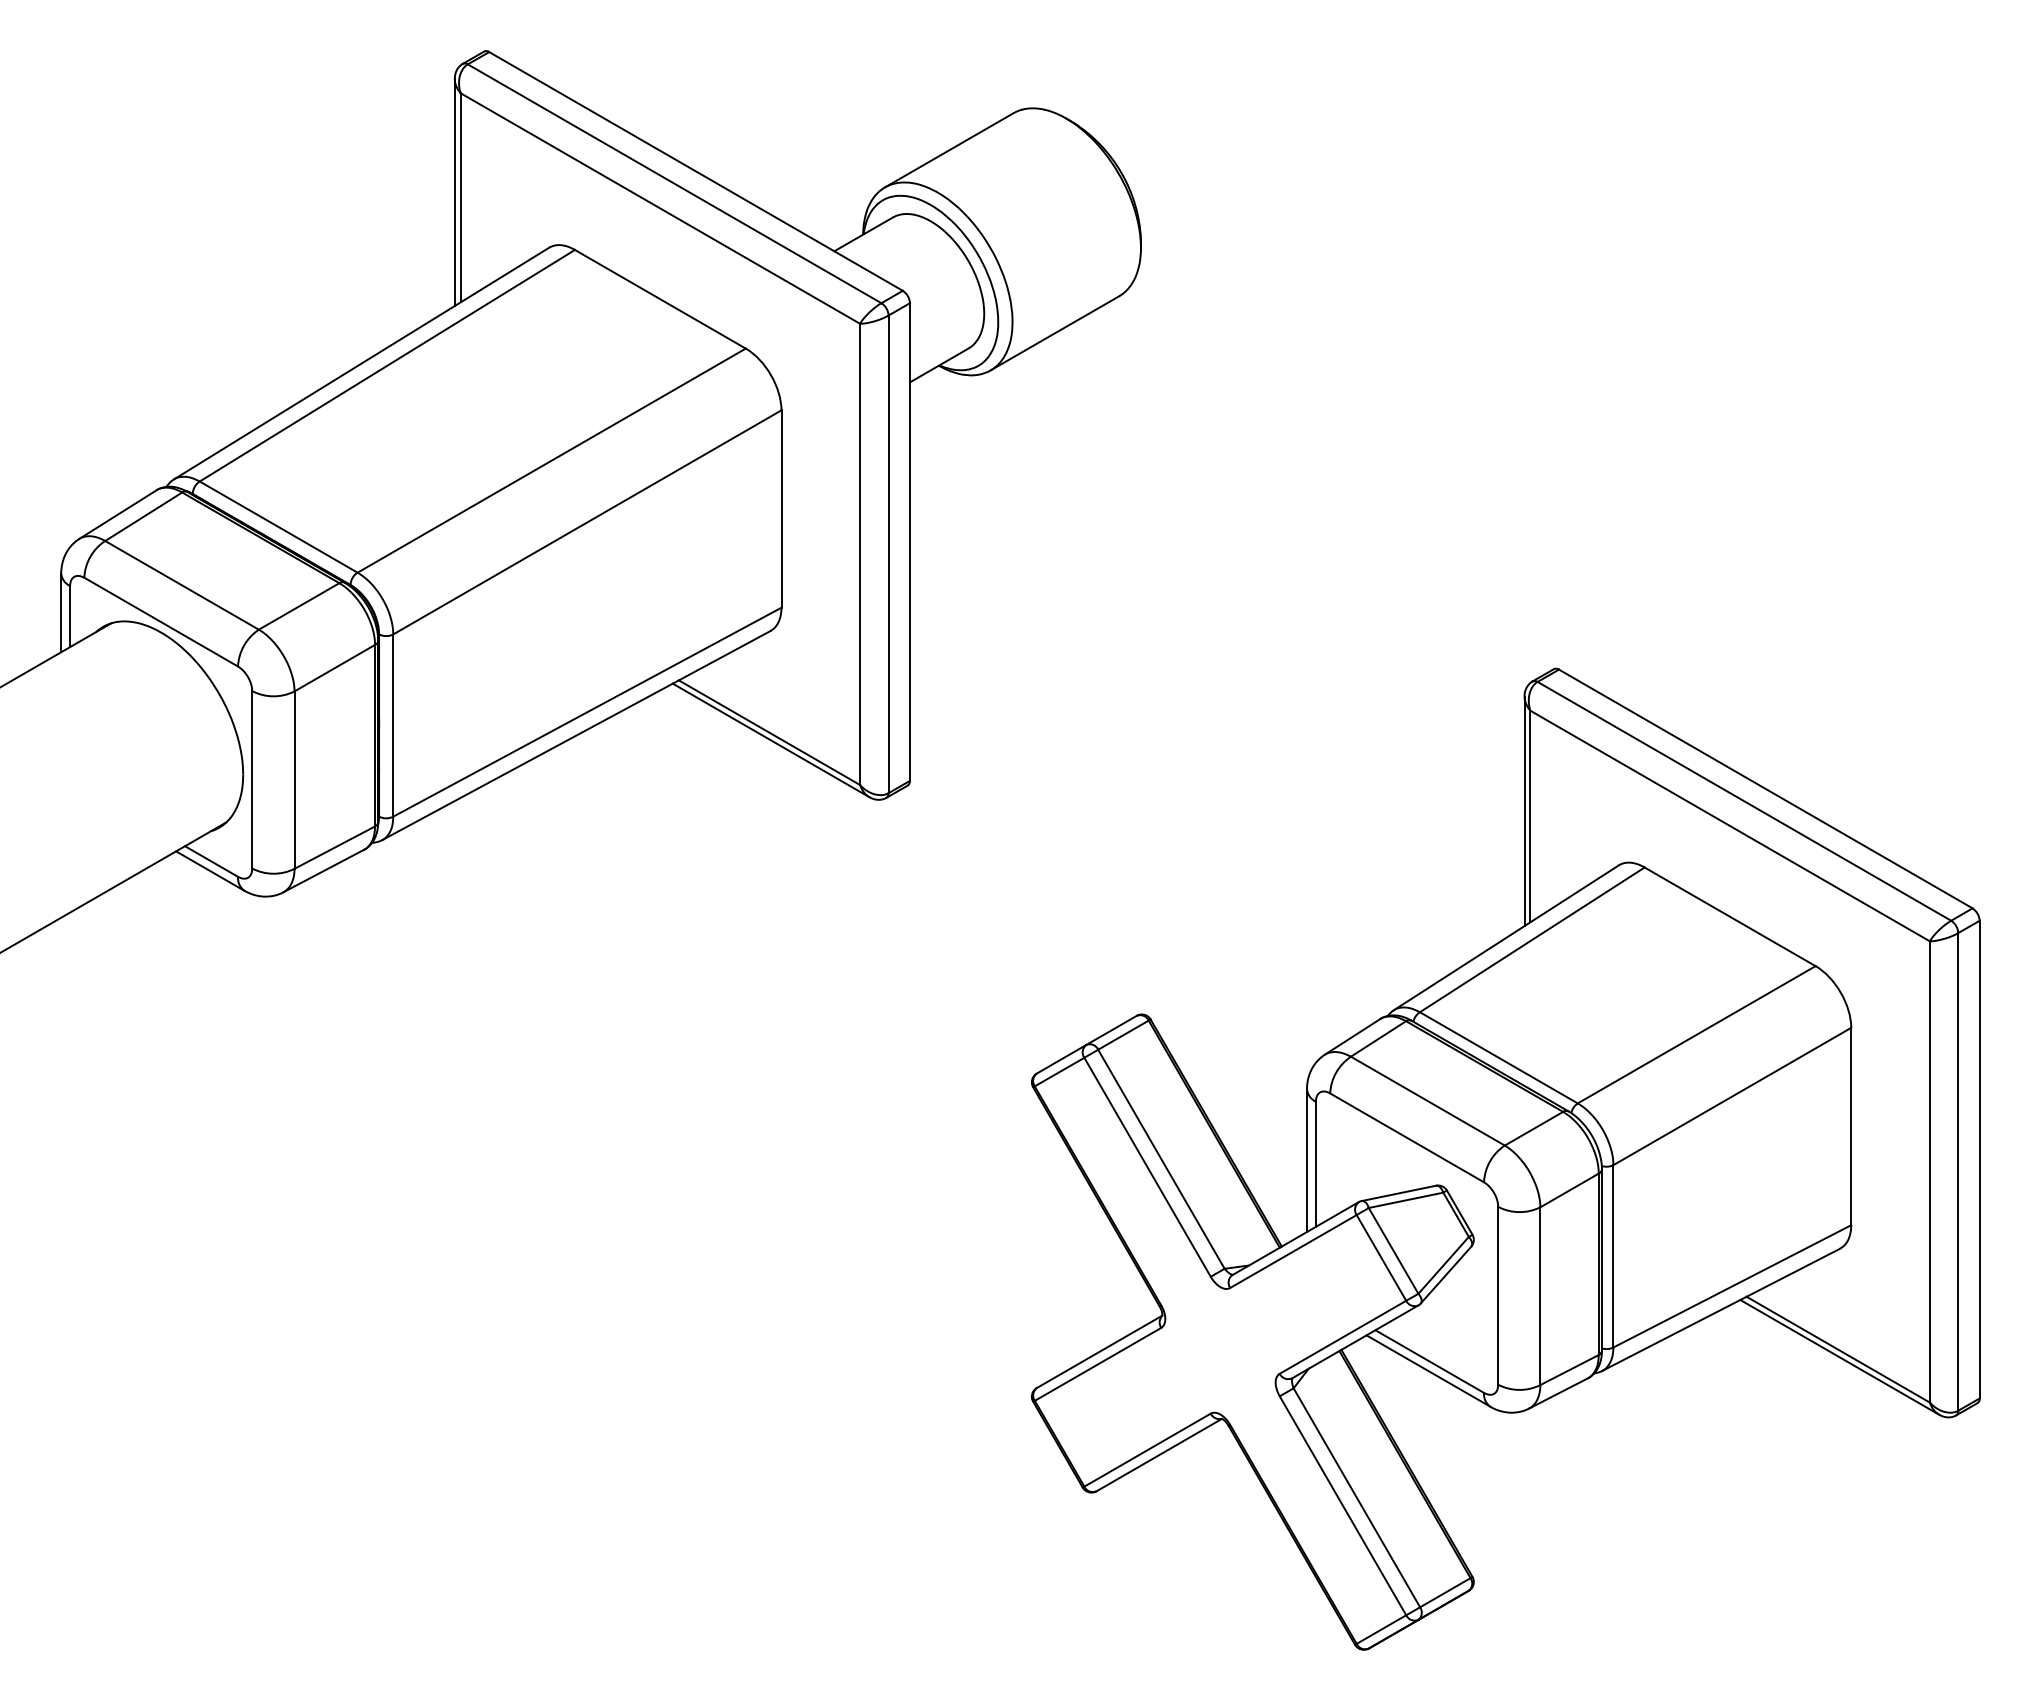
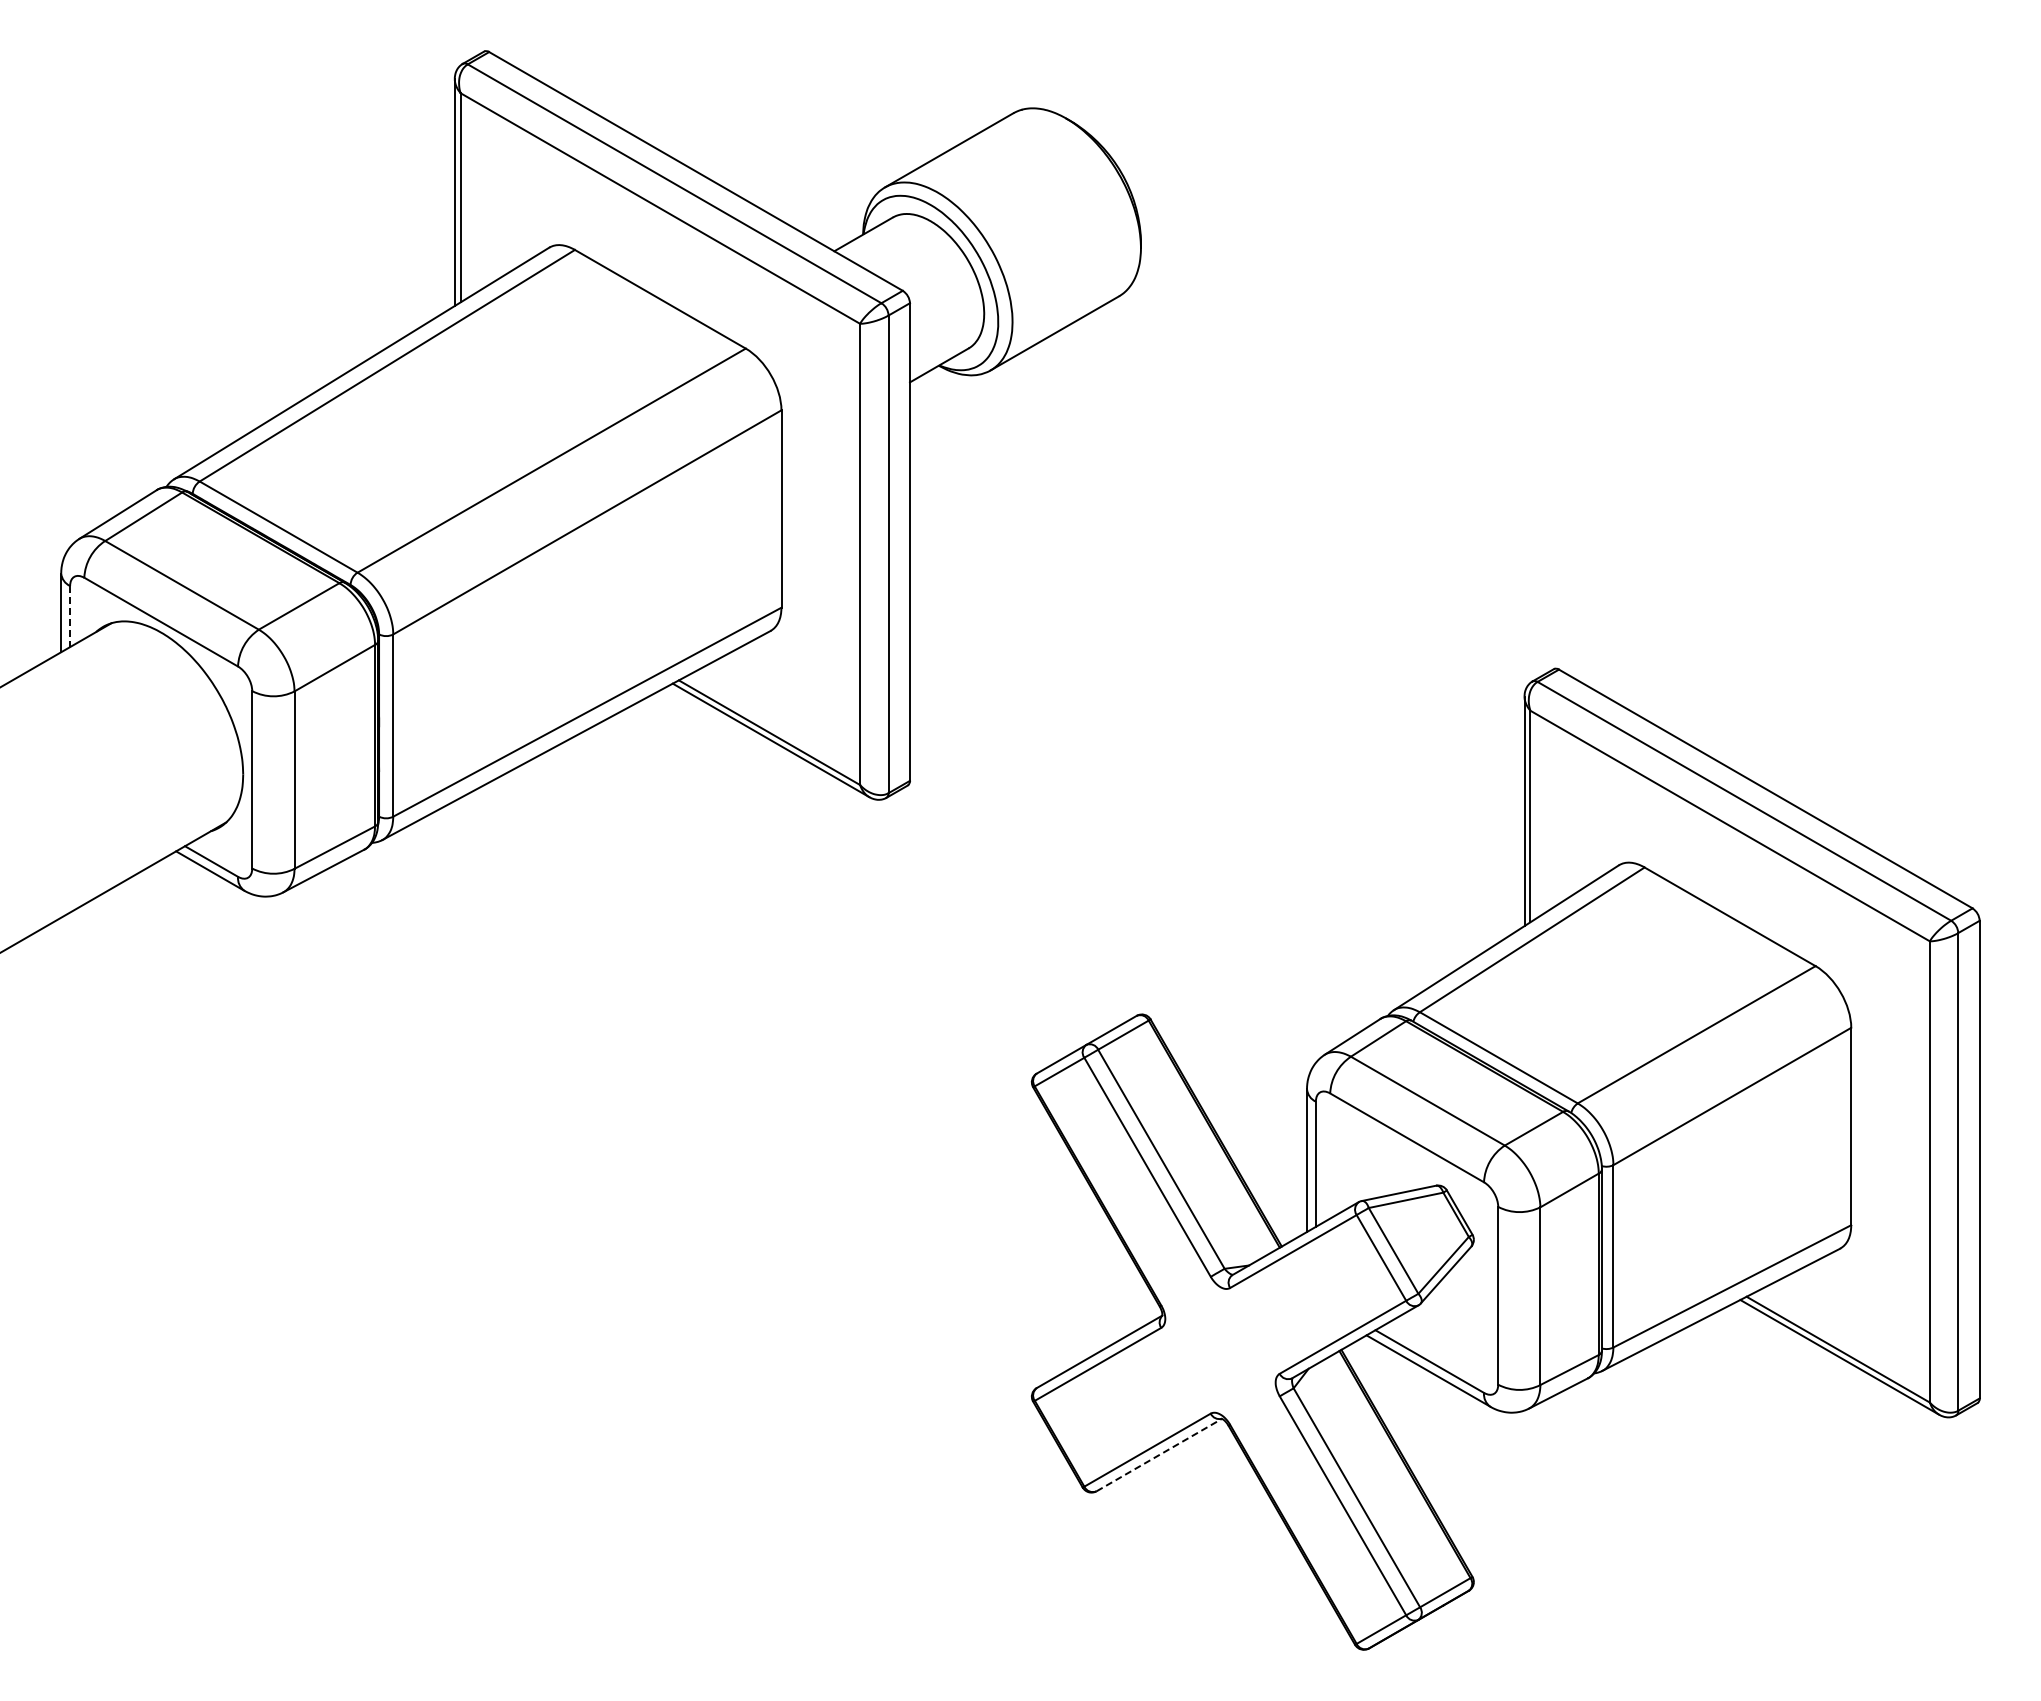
line at (70, 616): solid -> dashed
line at (1159, 1454): solid -> dashed
